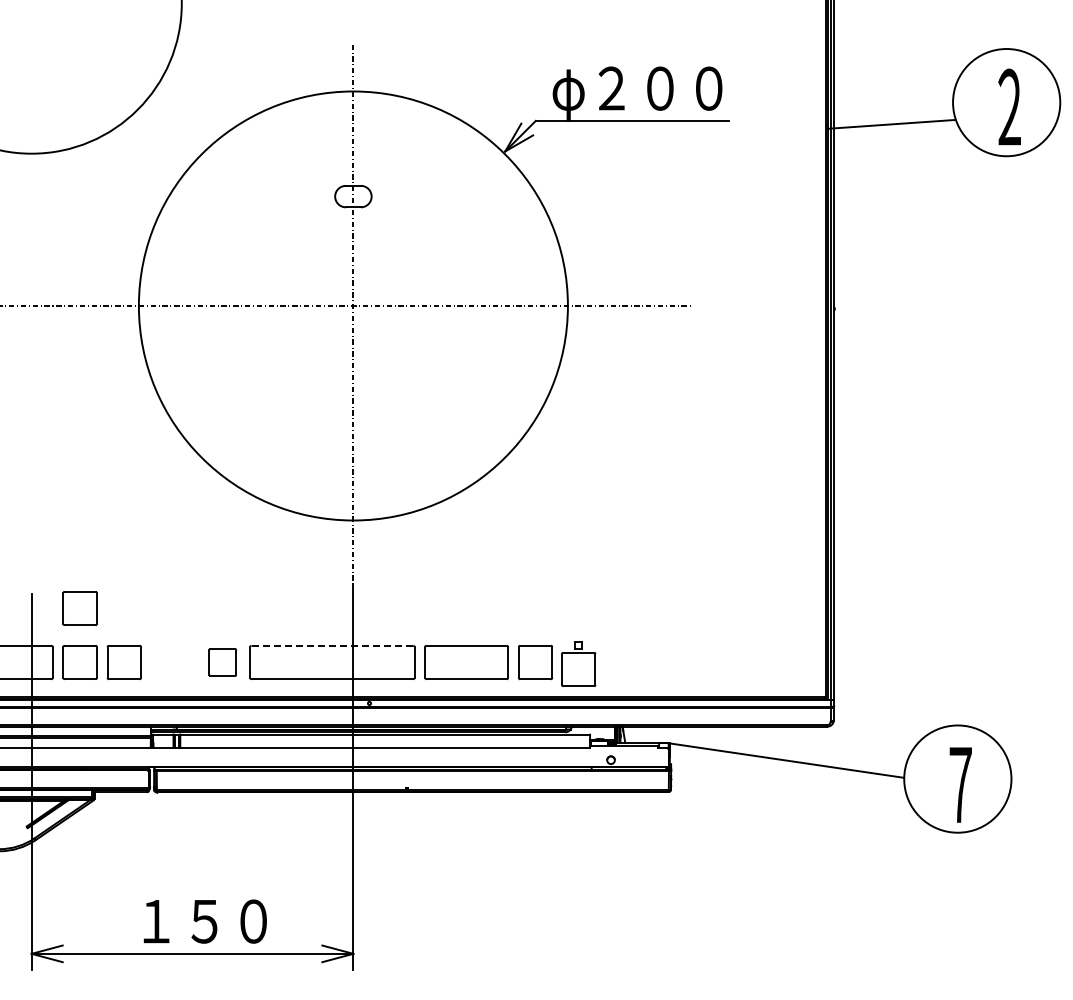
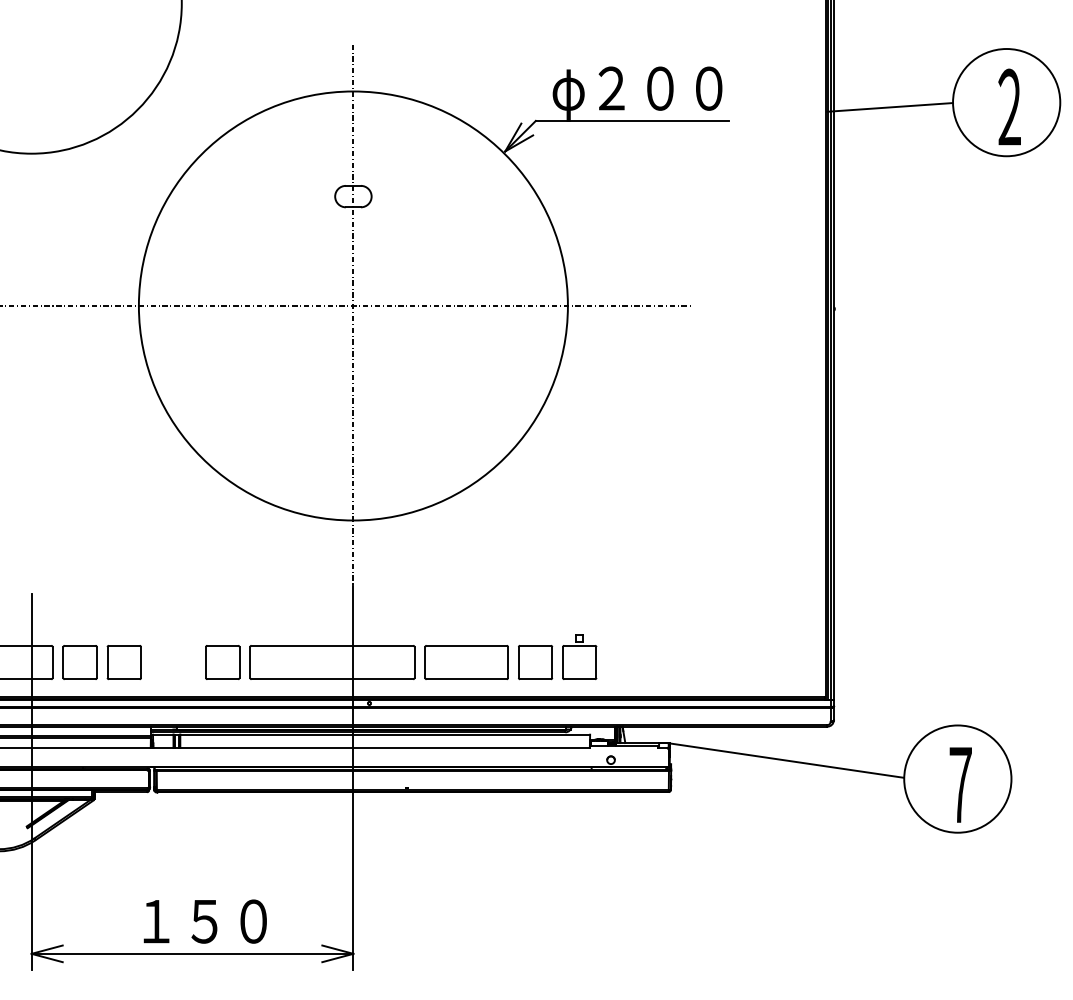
line at (891, 124) position: (891, 124) -> (890, 107)
part at (79, 608): present -> none
line at (332, 645): dashed -> solid
part at (222, 662) size: 29x29 px -> 36x35 px
part at (578, 663) position: (578, 663) -> (579, 656)
